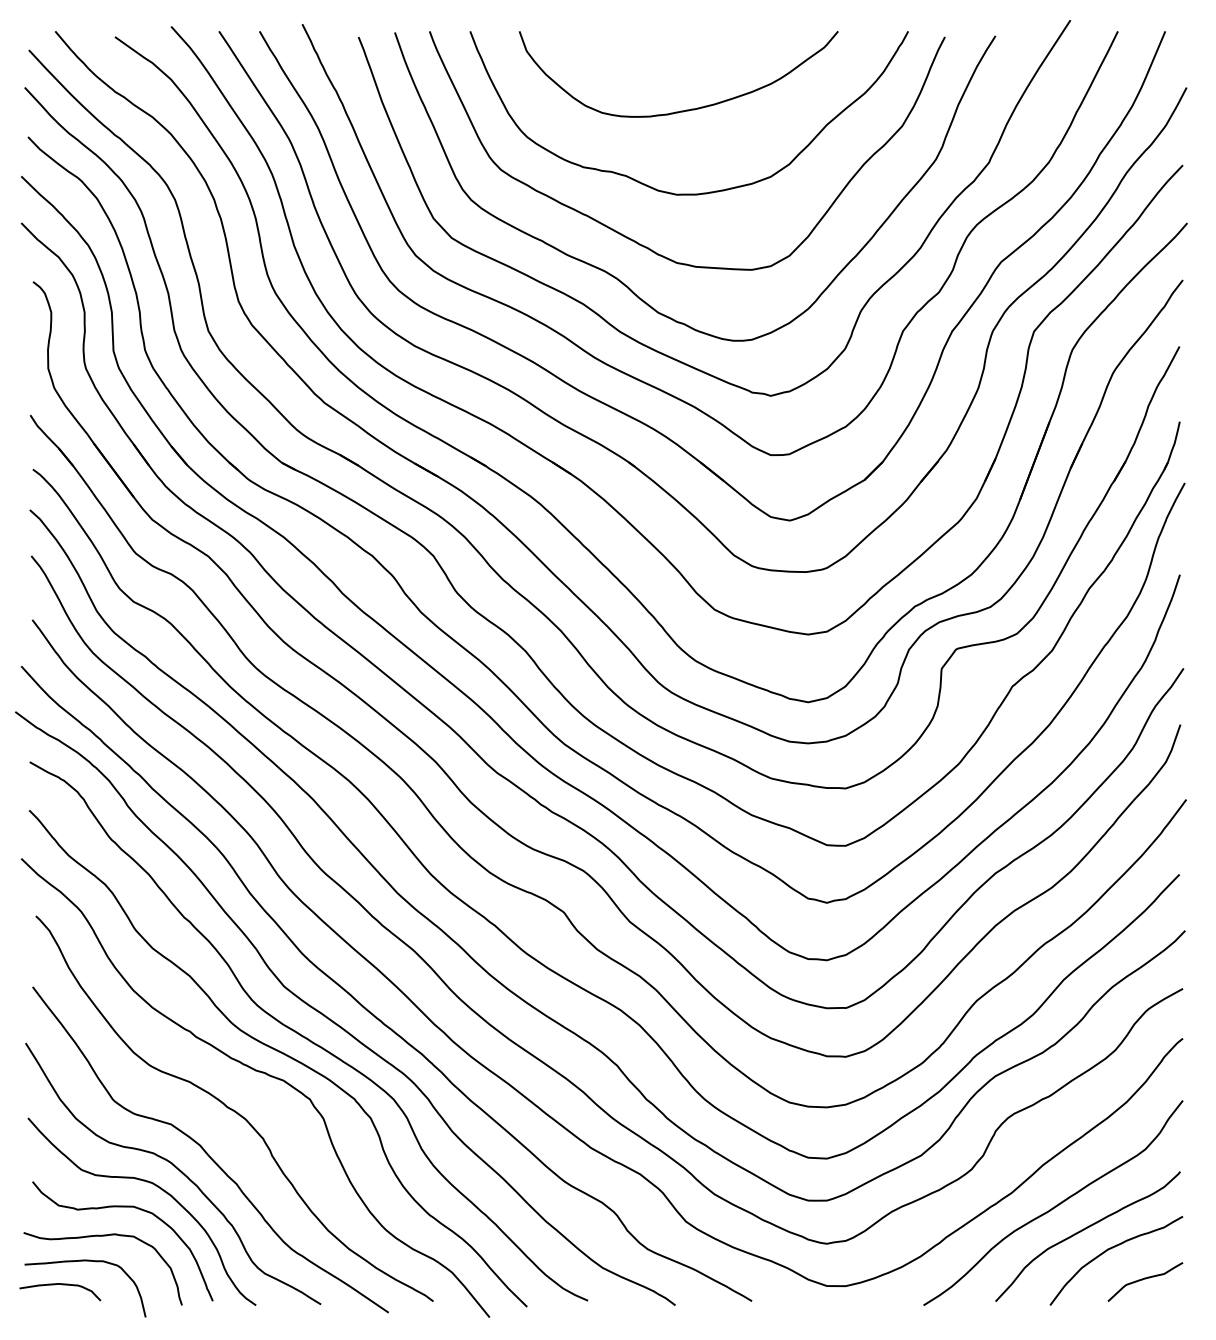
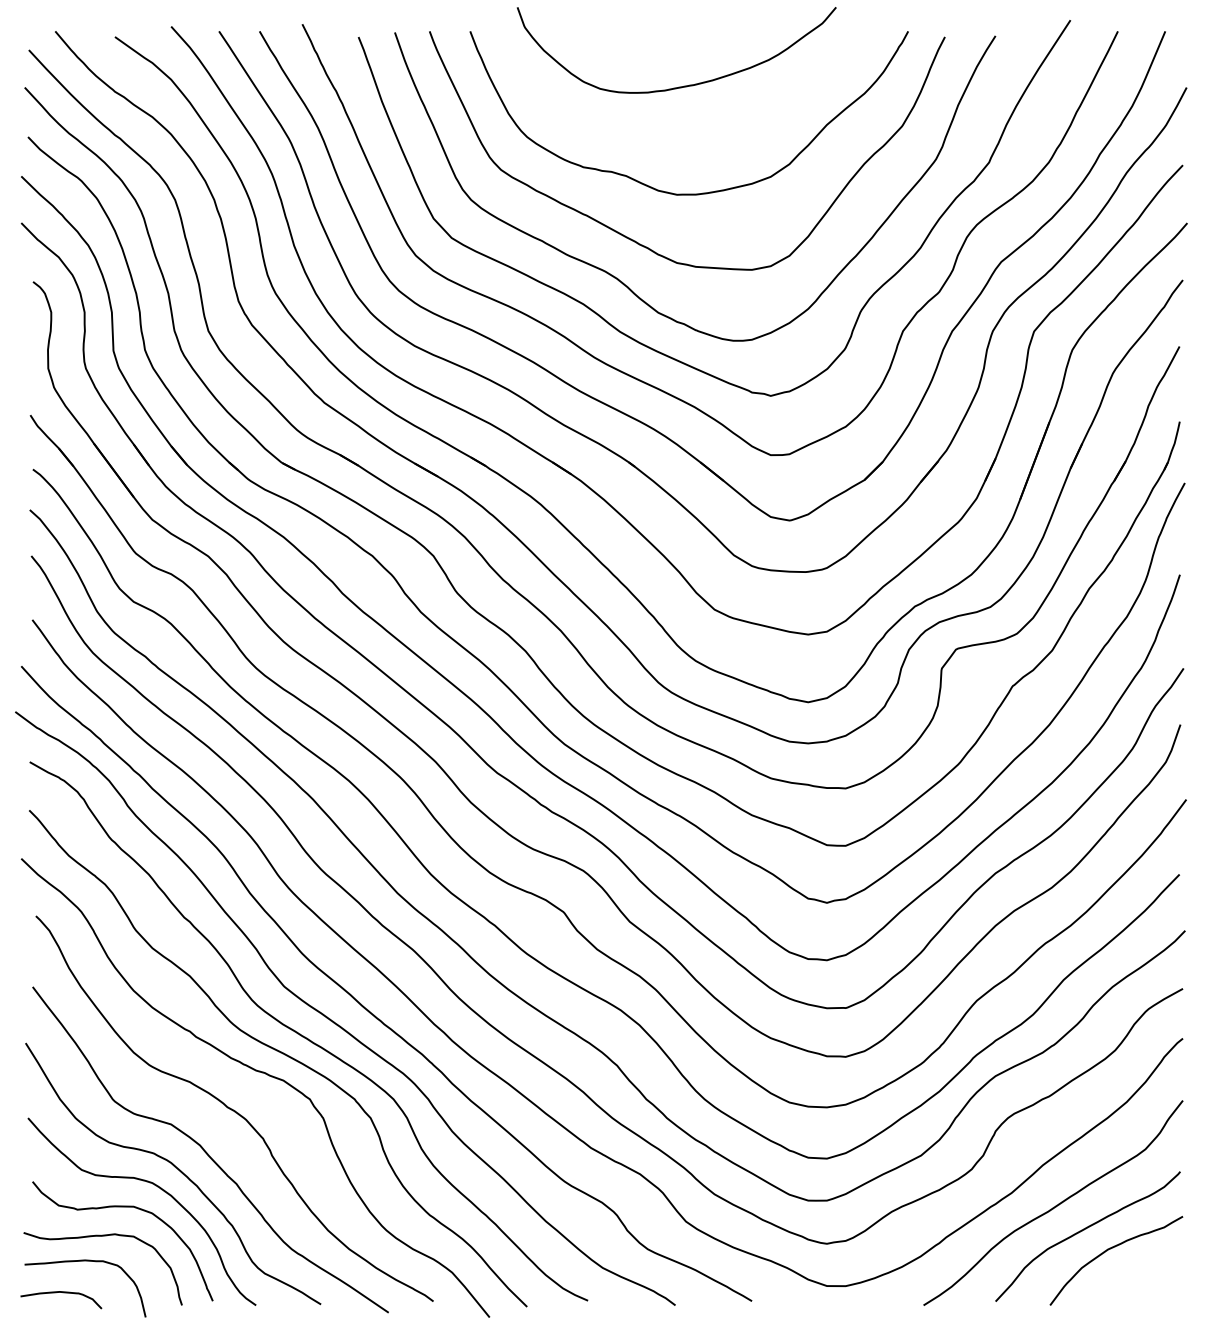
curve at (686, 109) position: (686, 109) -> (684, 85)
curve at (1145, 1279): present -> none
curve at (62, 1285) position: (62, 1285) -> (63, 1293)
